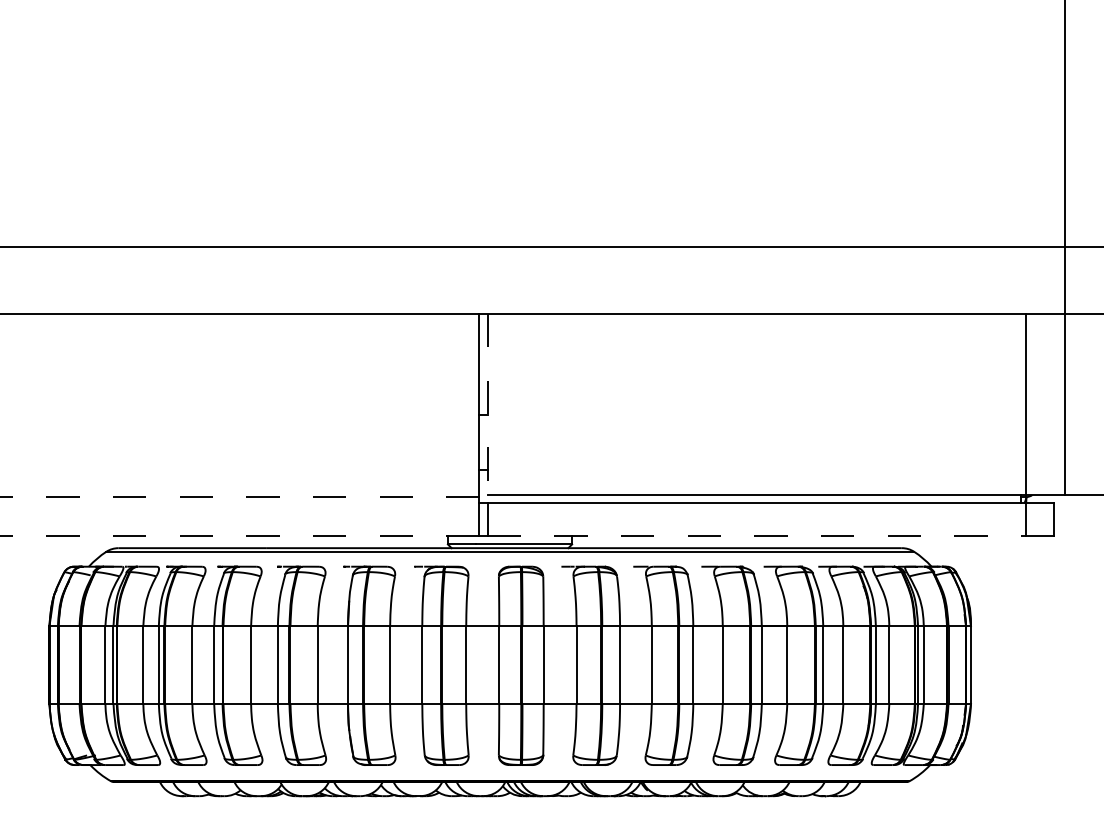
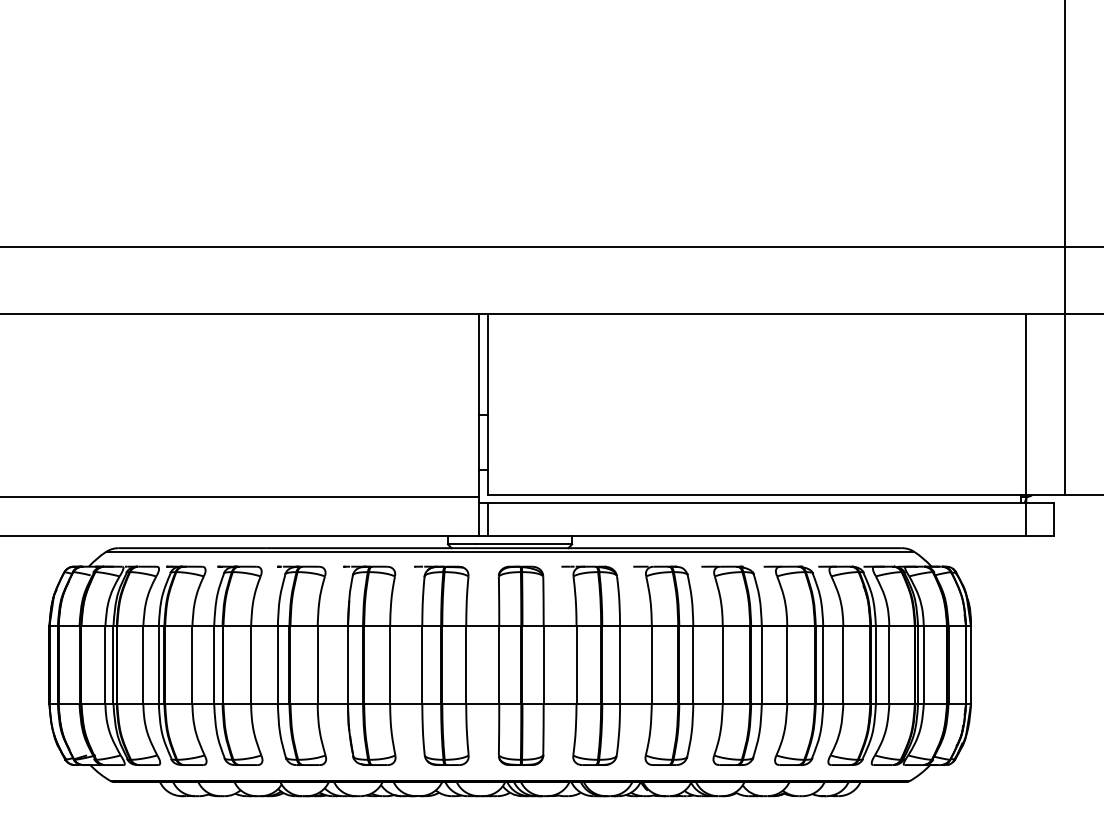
line at (487, 405): dashed -> solid
line at (239, 497): dashed -> solid
line at (239, 536): dashed -> solid
line at (757, 536): dashed -> solid
